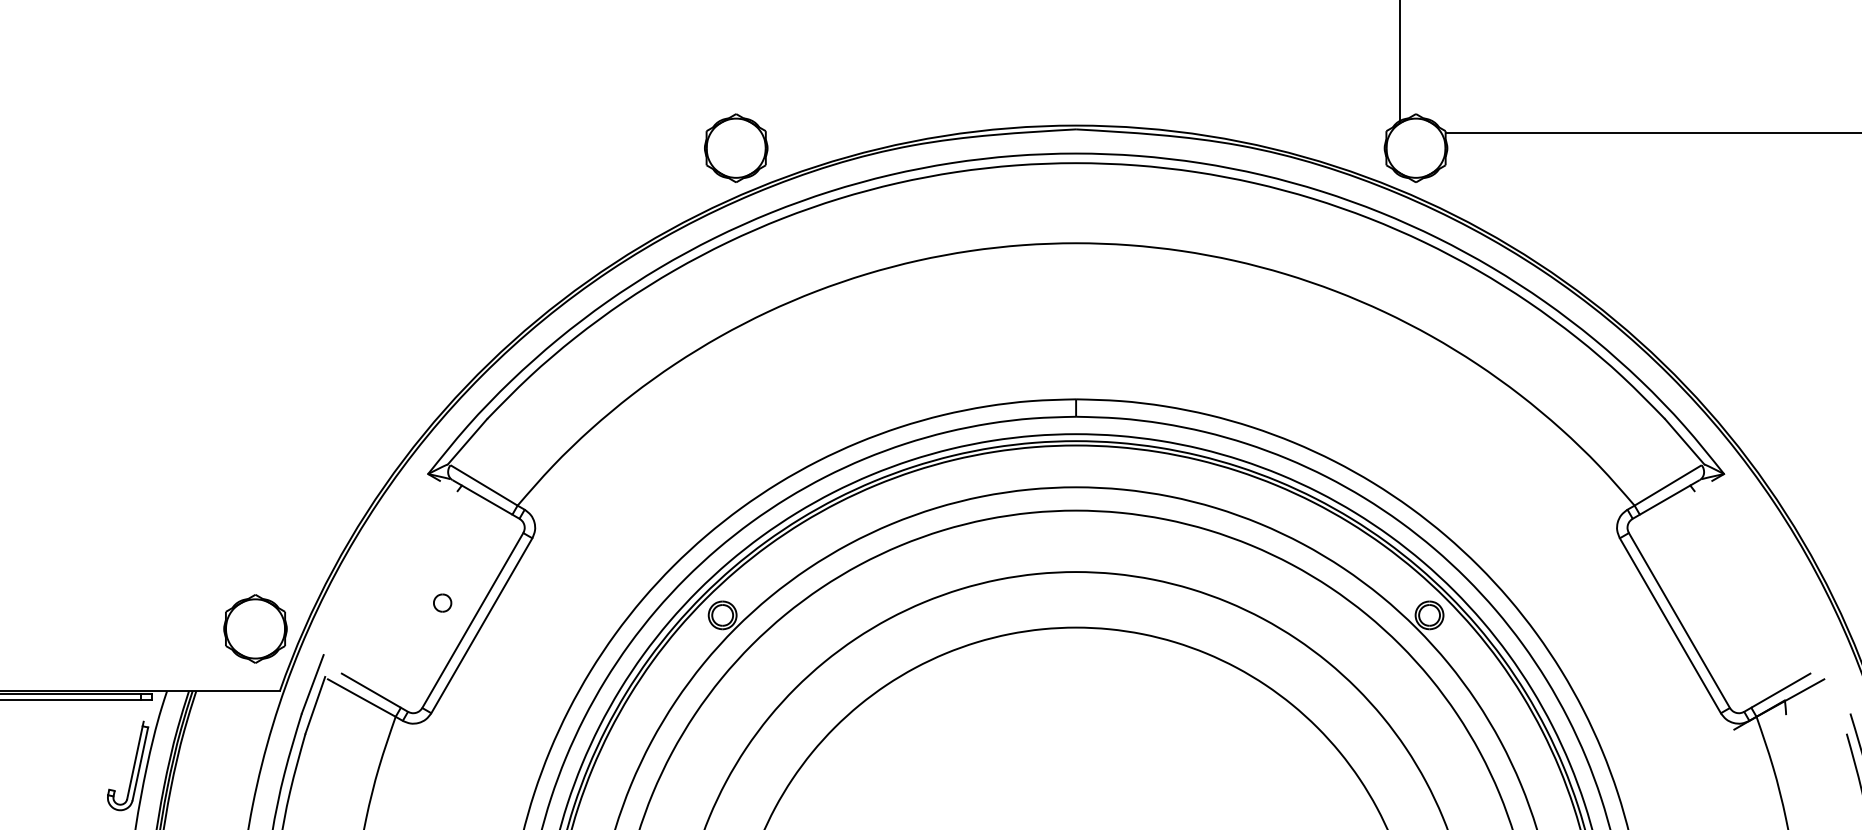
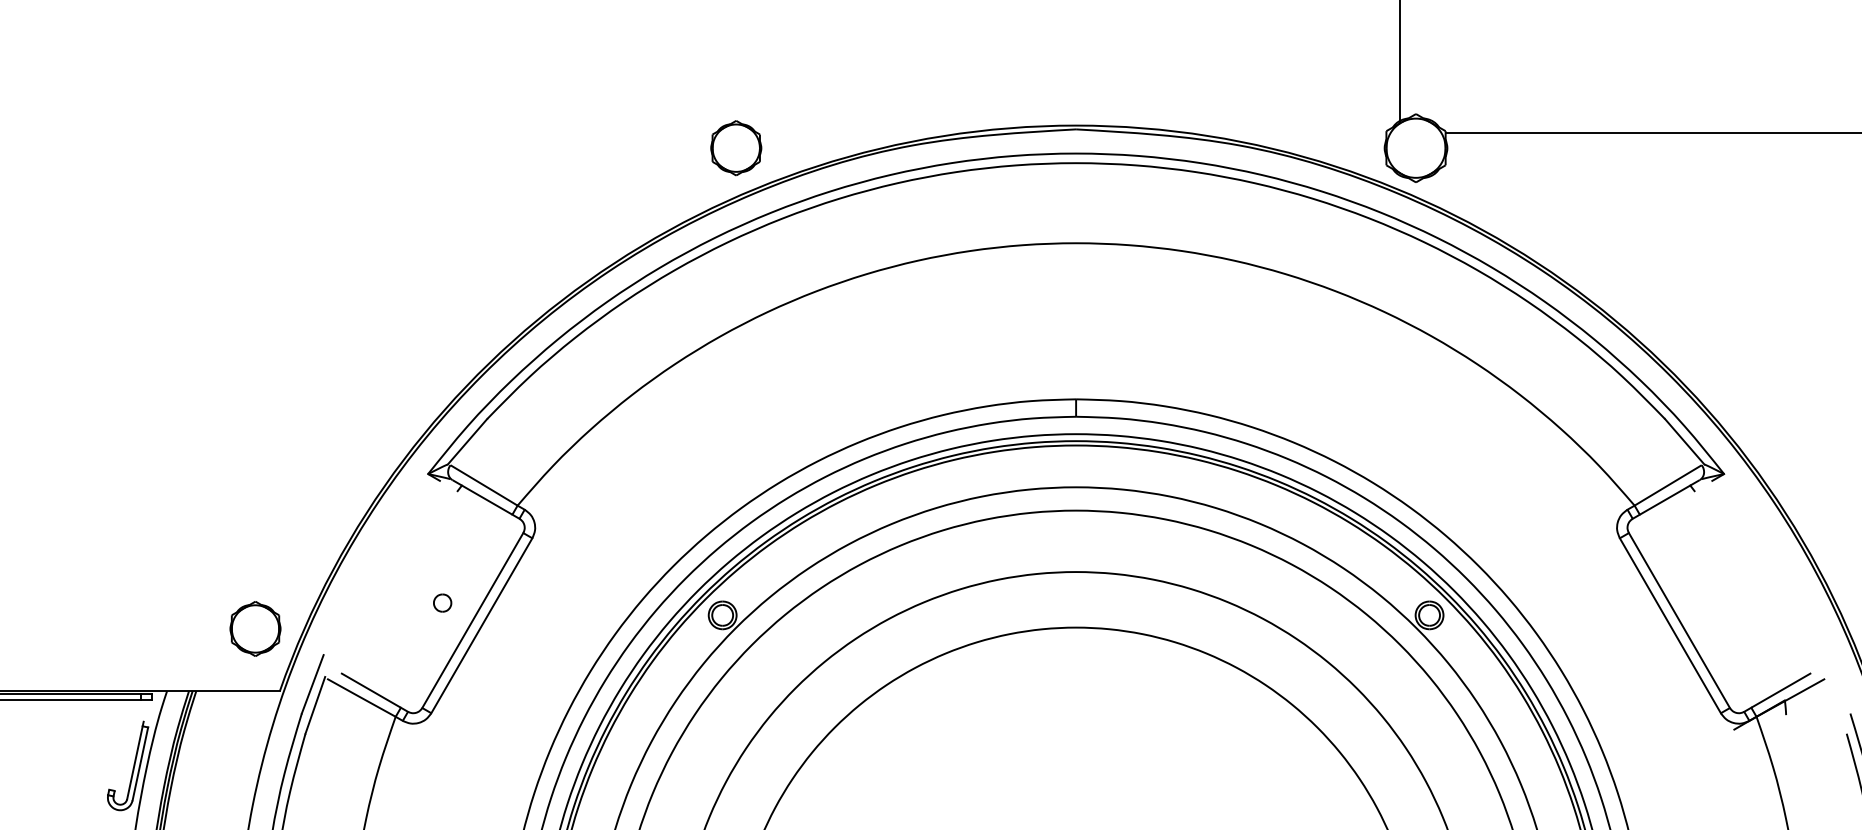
part at (736, 147) size: 65x70 px -> 53x57 px
part at (255, 628) size: 65x70 px -> 53x56 px
